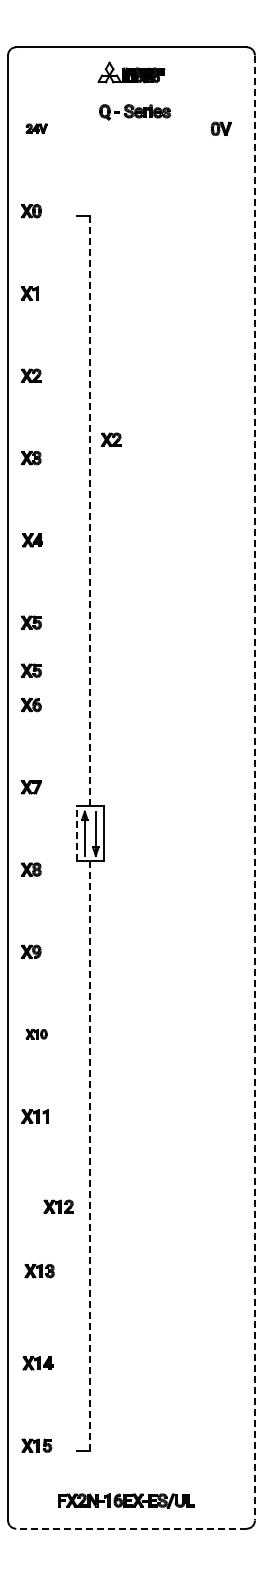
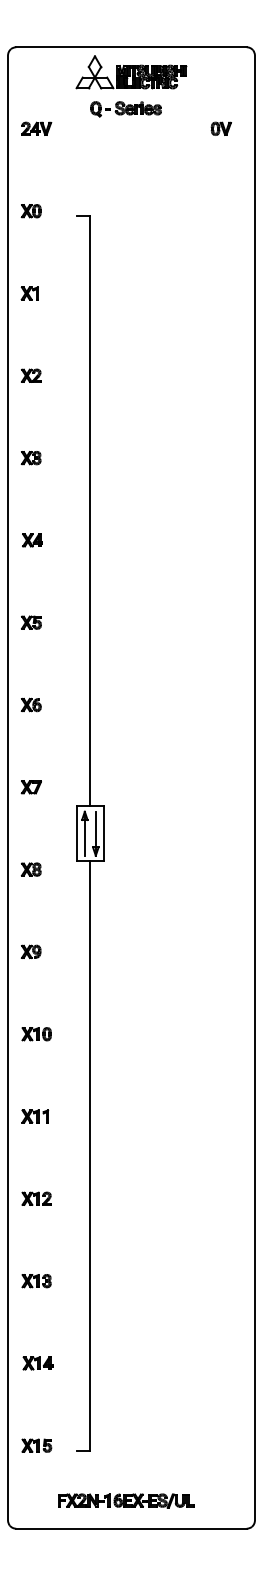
part at (131, 72) size: 69x23 px -> 113x35 px
part at (134, 112) position: (134, 112) -> (125, 109)
part at (36, 128) size: 23x11 px -> 32x15 px
part at (111, 439): present -> none
line at (90, 511): dashed -> solid
part at (31, 670): present -> none
line at (254, 788): dashed -> solid
line at (76, 833): dashed -> solid
part at (36, 1034) size: 23x11 px -> 31x15 px
line at (90, 1156): dashed -> solid
part at (58, 1206) position: (58, 1206) -> (36, 1198)
part at (39, 1271) position: (39, 1271) -> (36, 1281)
line at (130, 1528): dashed -> solid
